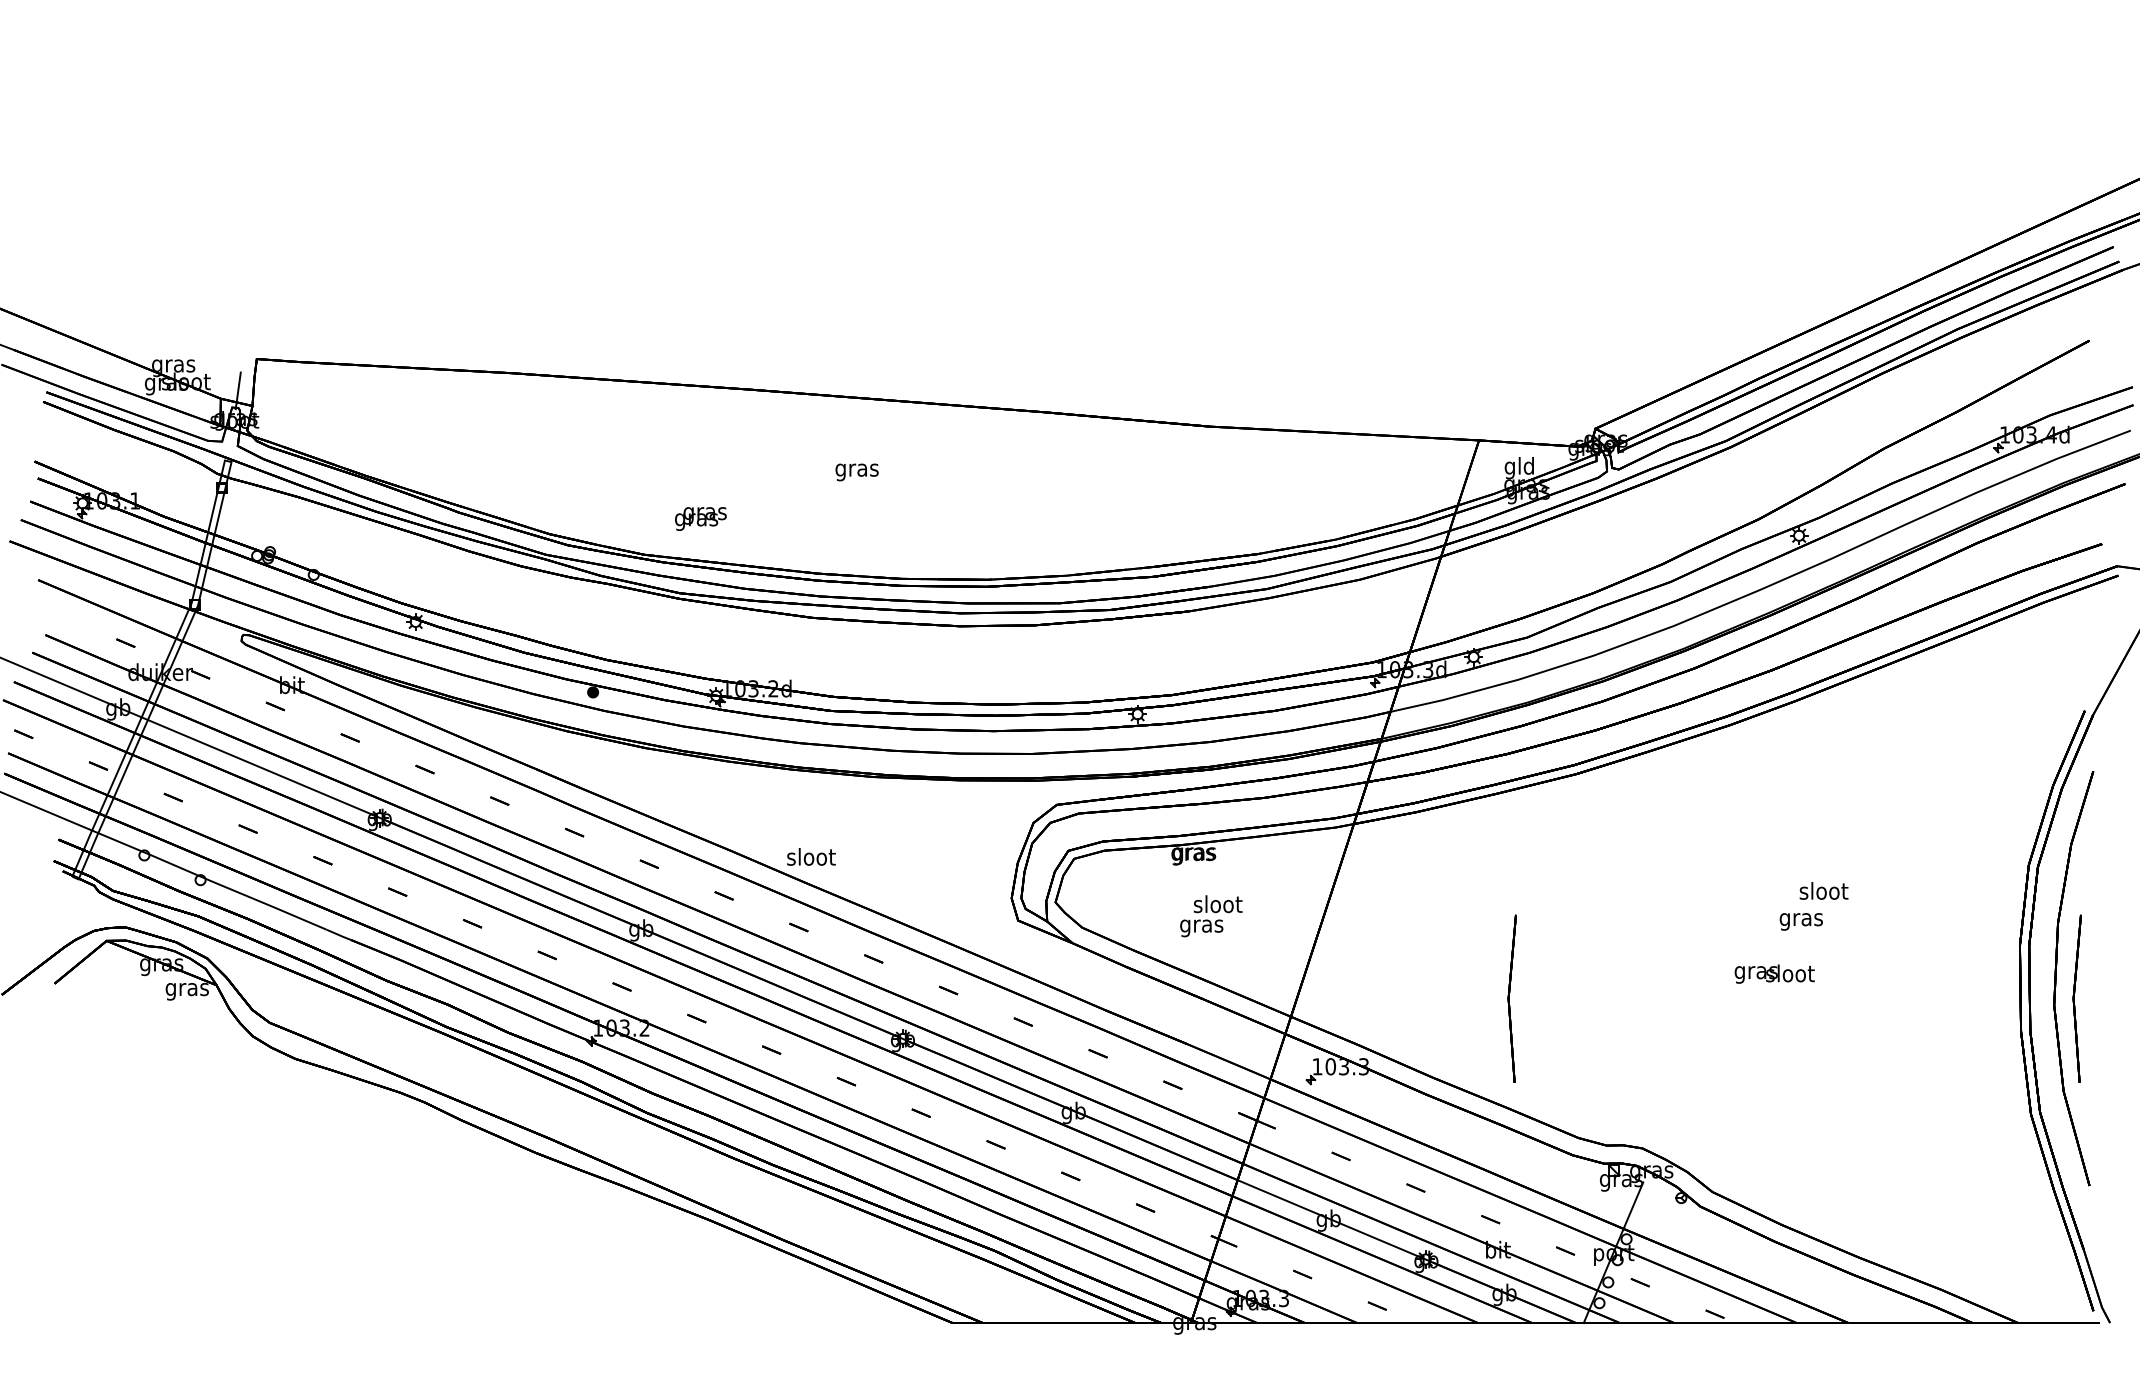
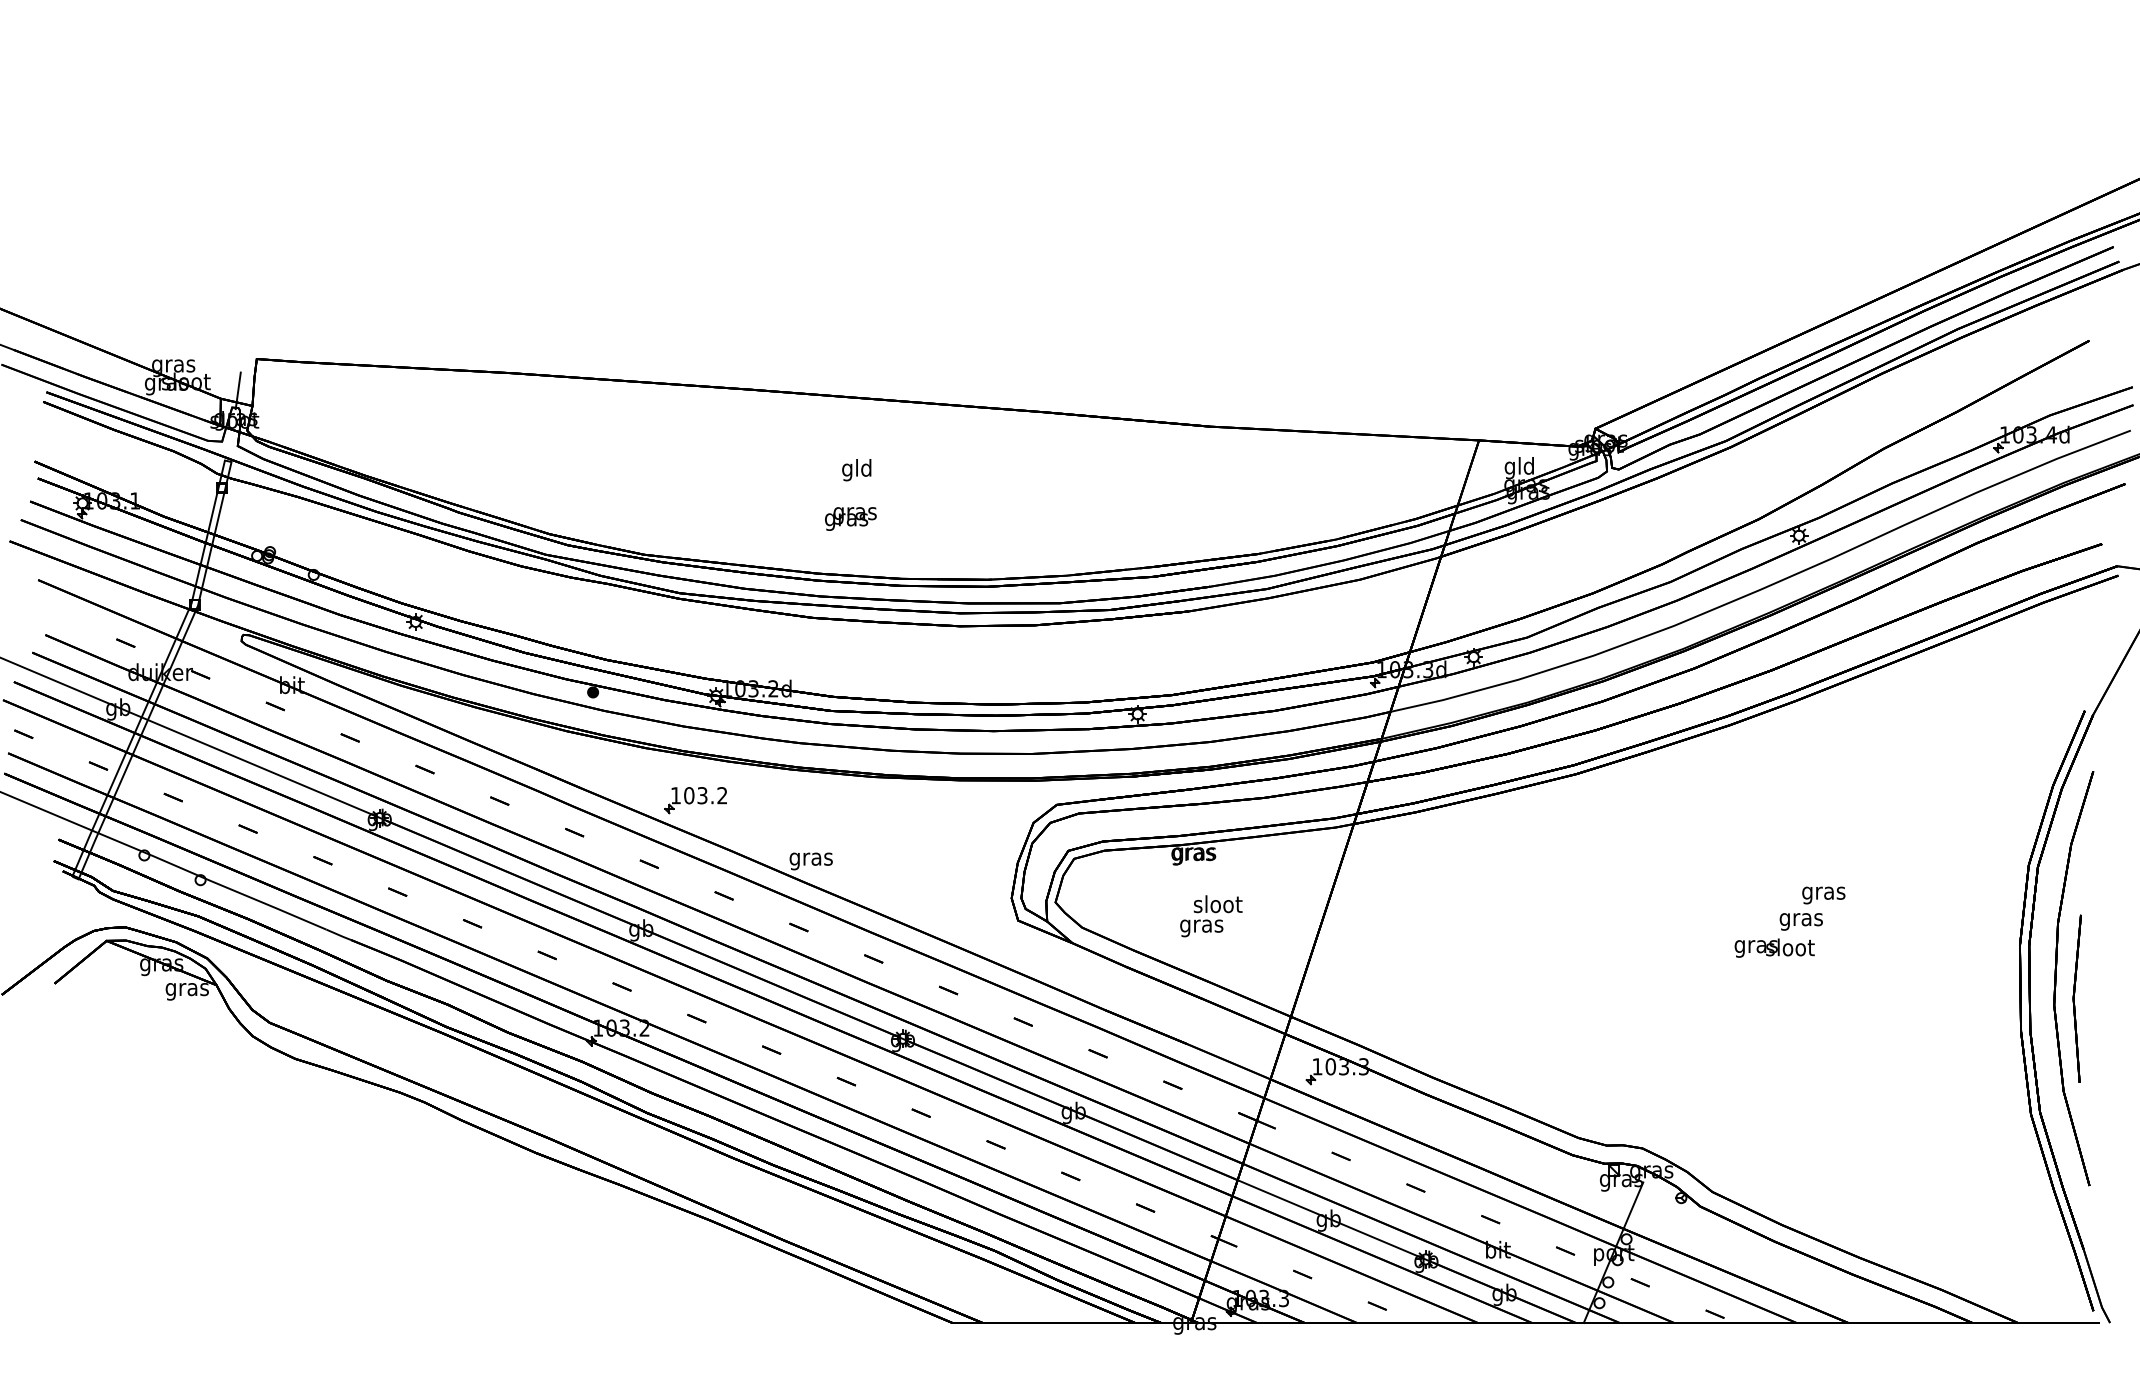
text at (856, 470): gras -> gld
text at (700, 518) position: (700, 518) -> (850, 518)
part at (695, 800): none -> present
text at (811, 859): sloot -> gras
text at (1823, 893): sloot -> gras
text at (1774, 973) position: (1774, 973) -> (1774, 947)
part at (1511, 998): present -> none
